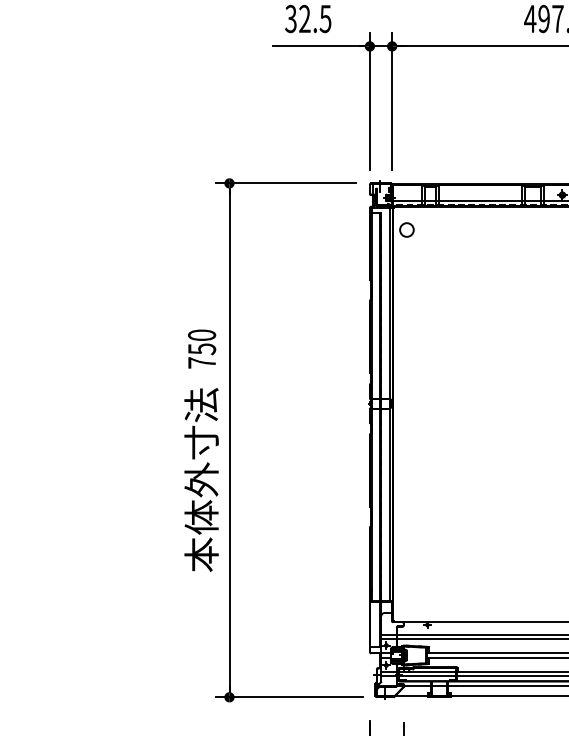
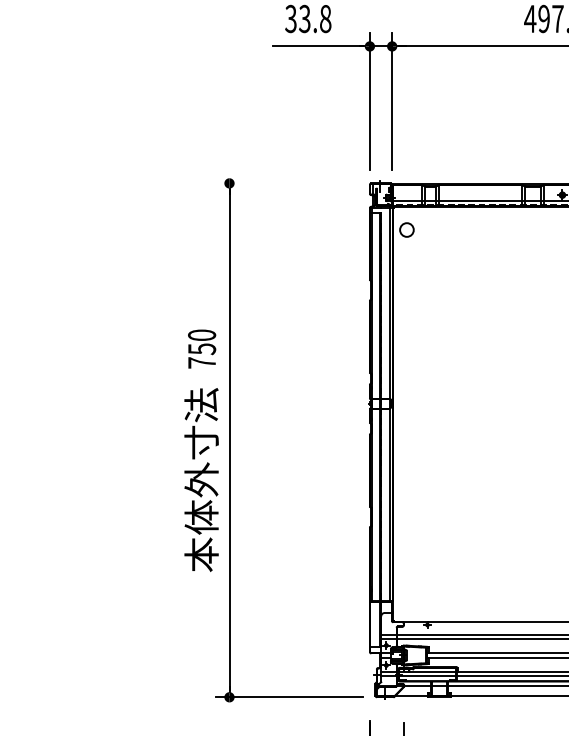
text at (315, 19): 32.5 -> 33.8
line at (285, 183): present -> none
